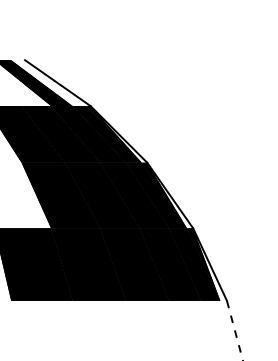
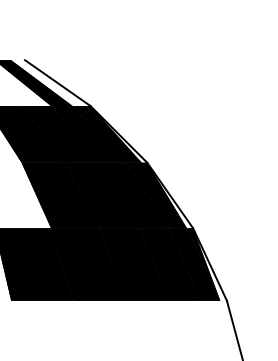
line at (235, 331): dashed -> solid
